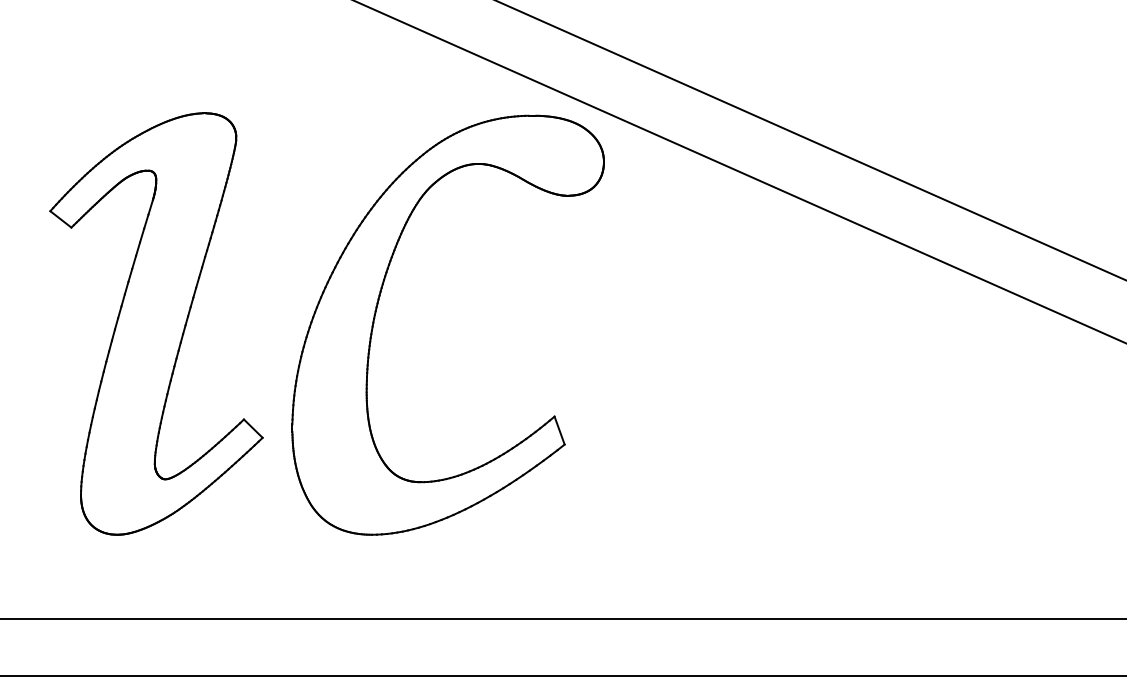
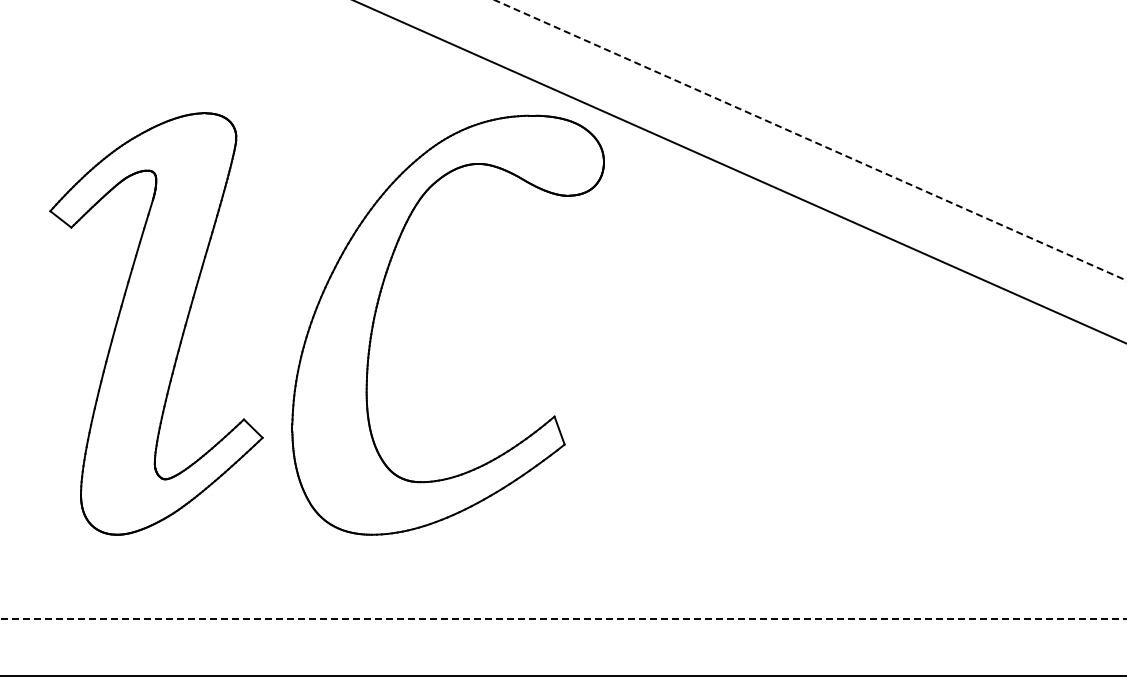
line at (810, 140): solid -> dashed
line at (563, 618): solid -> dashed
